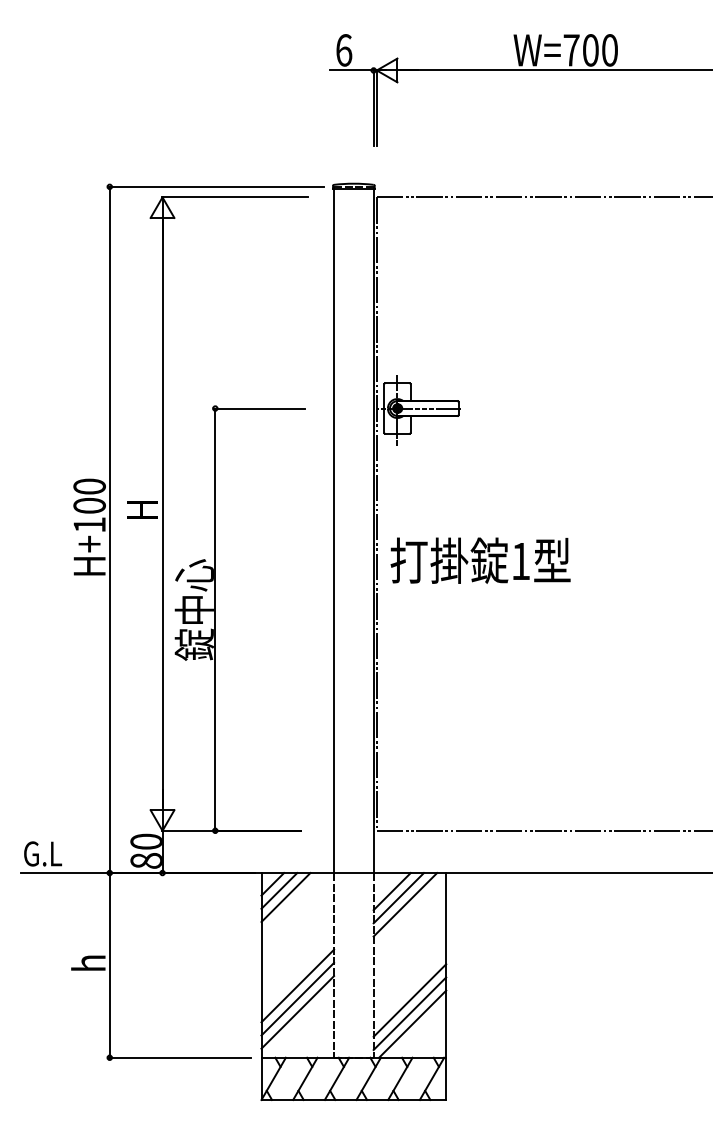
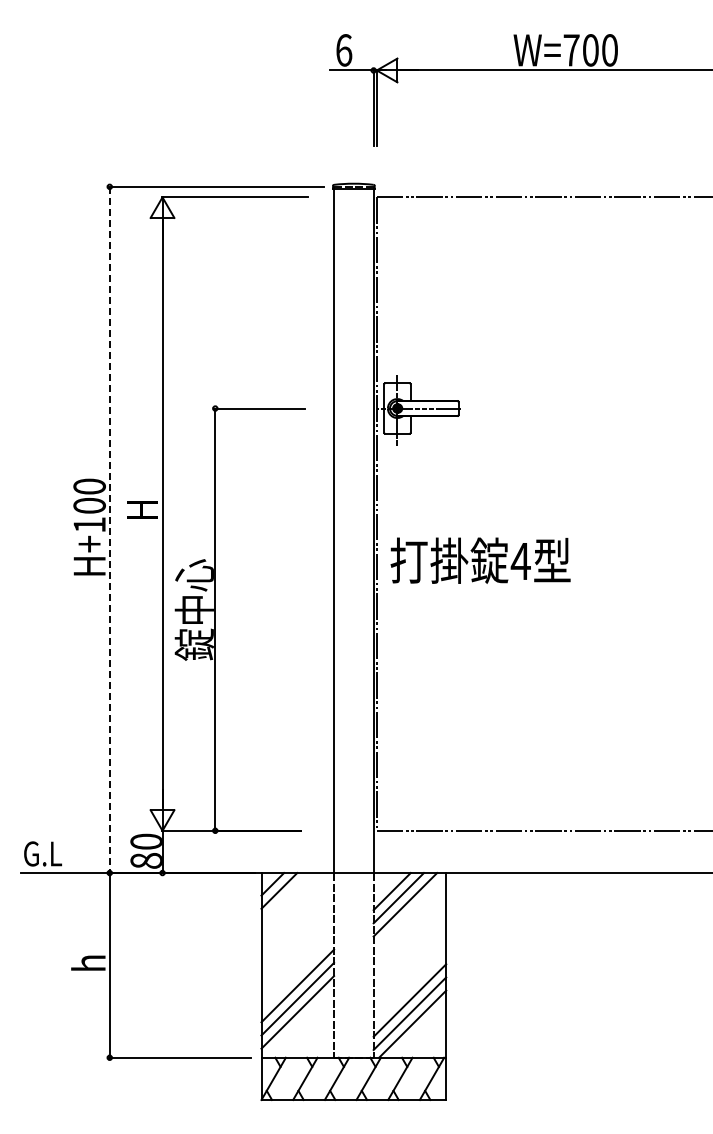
line at (109, 530): solid -> dashed
text at (520, 561): 1 -> 4
line at (285, 897): present -> none
